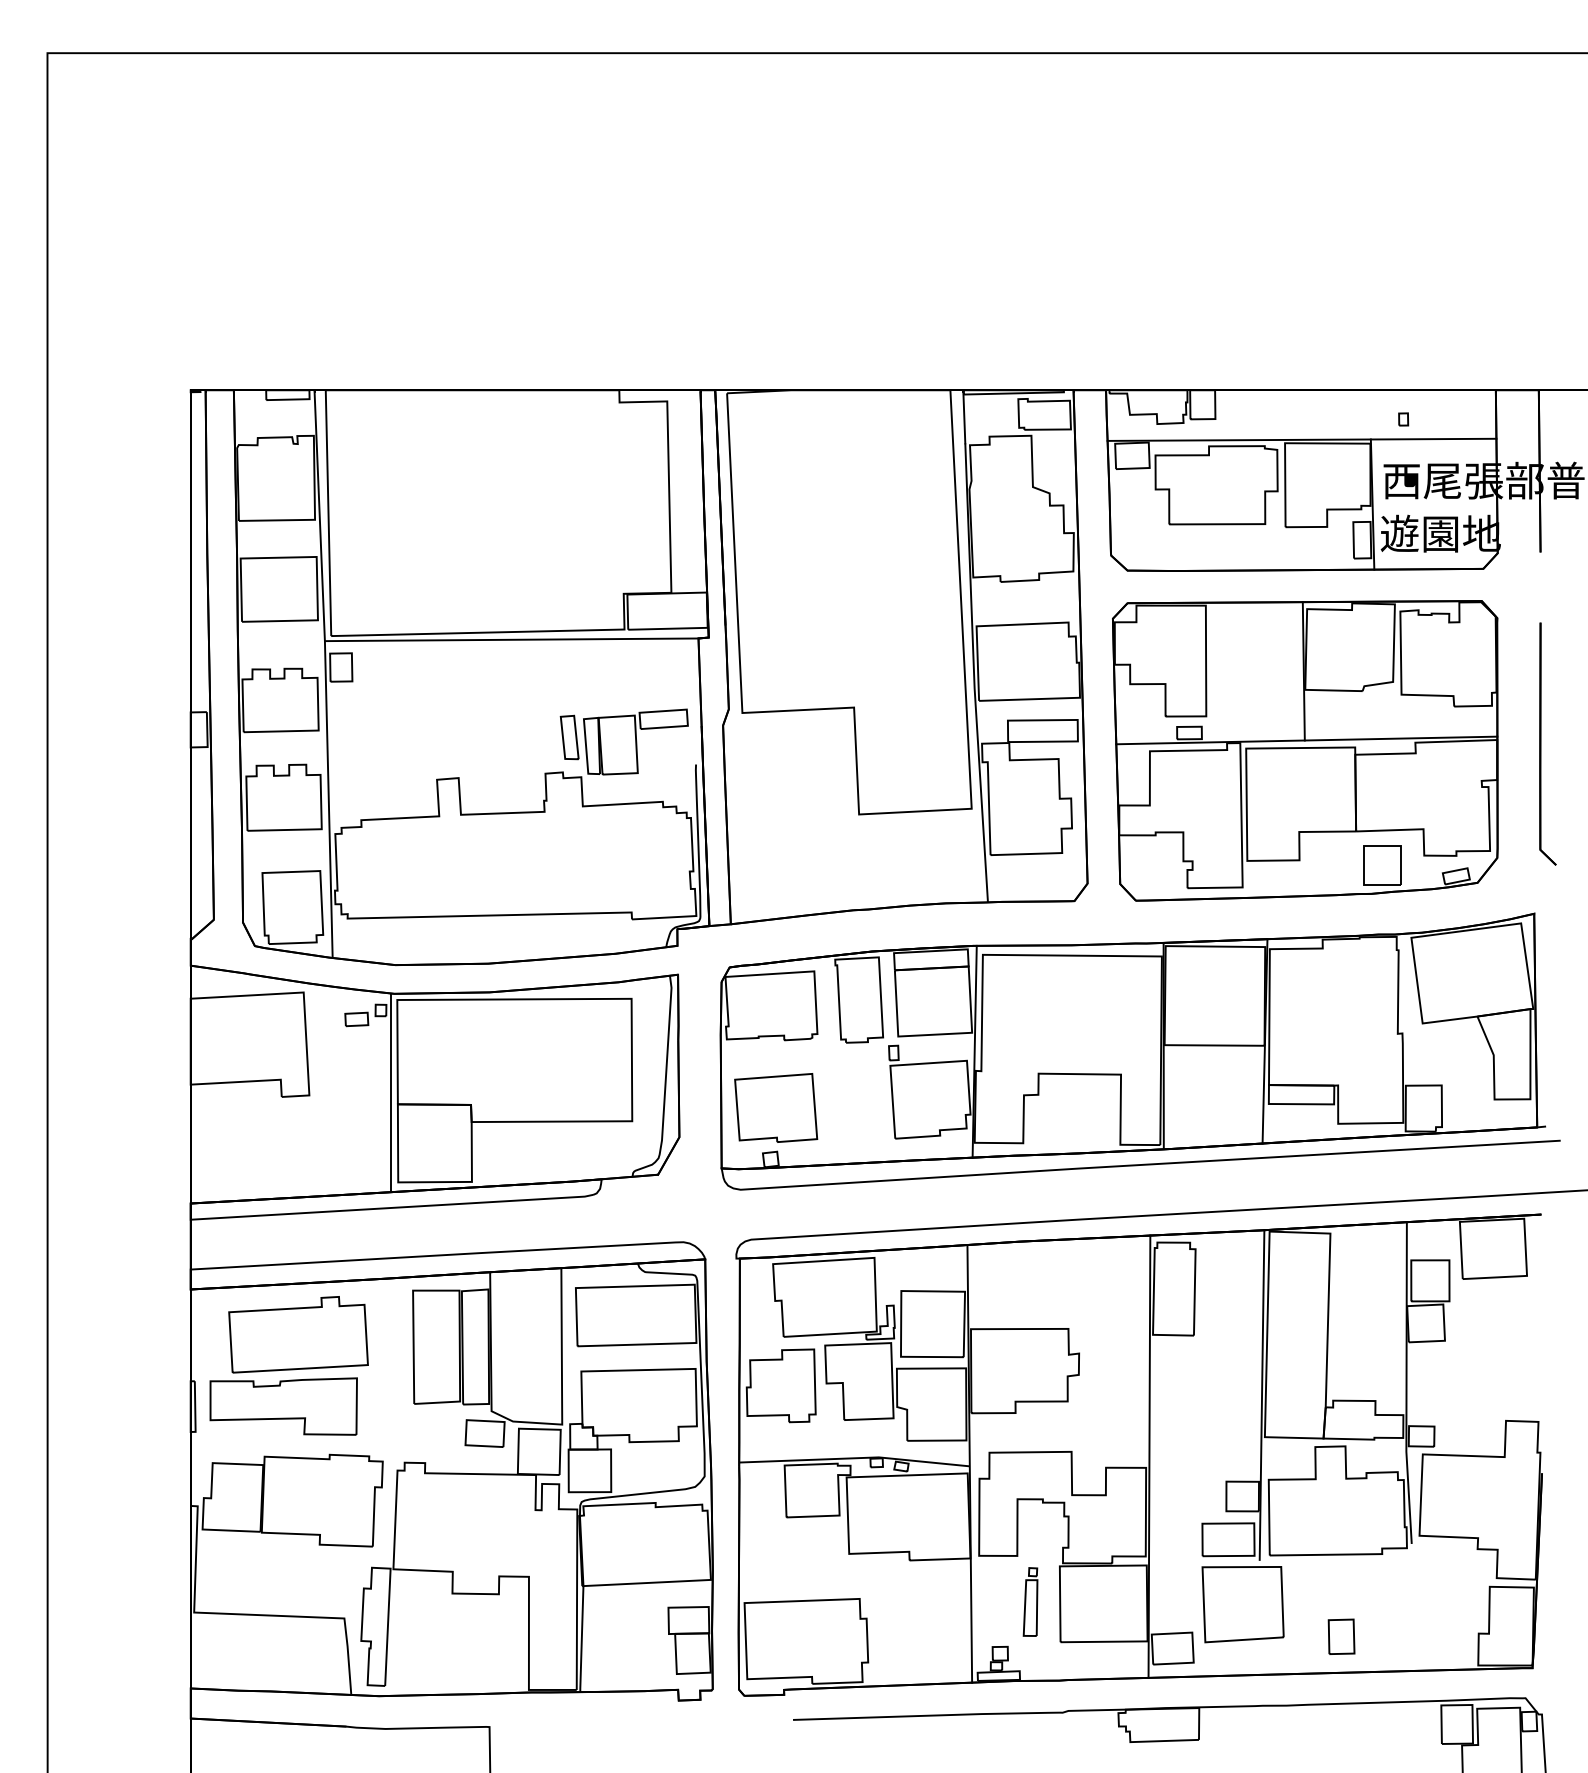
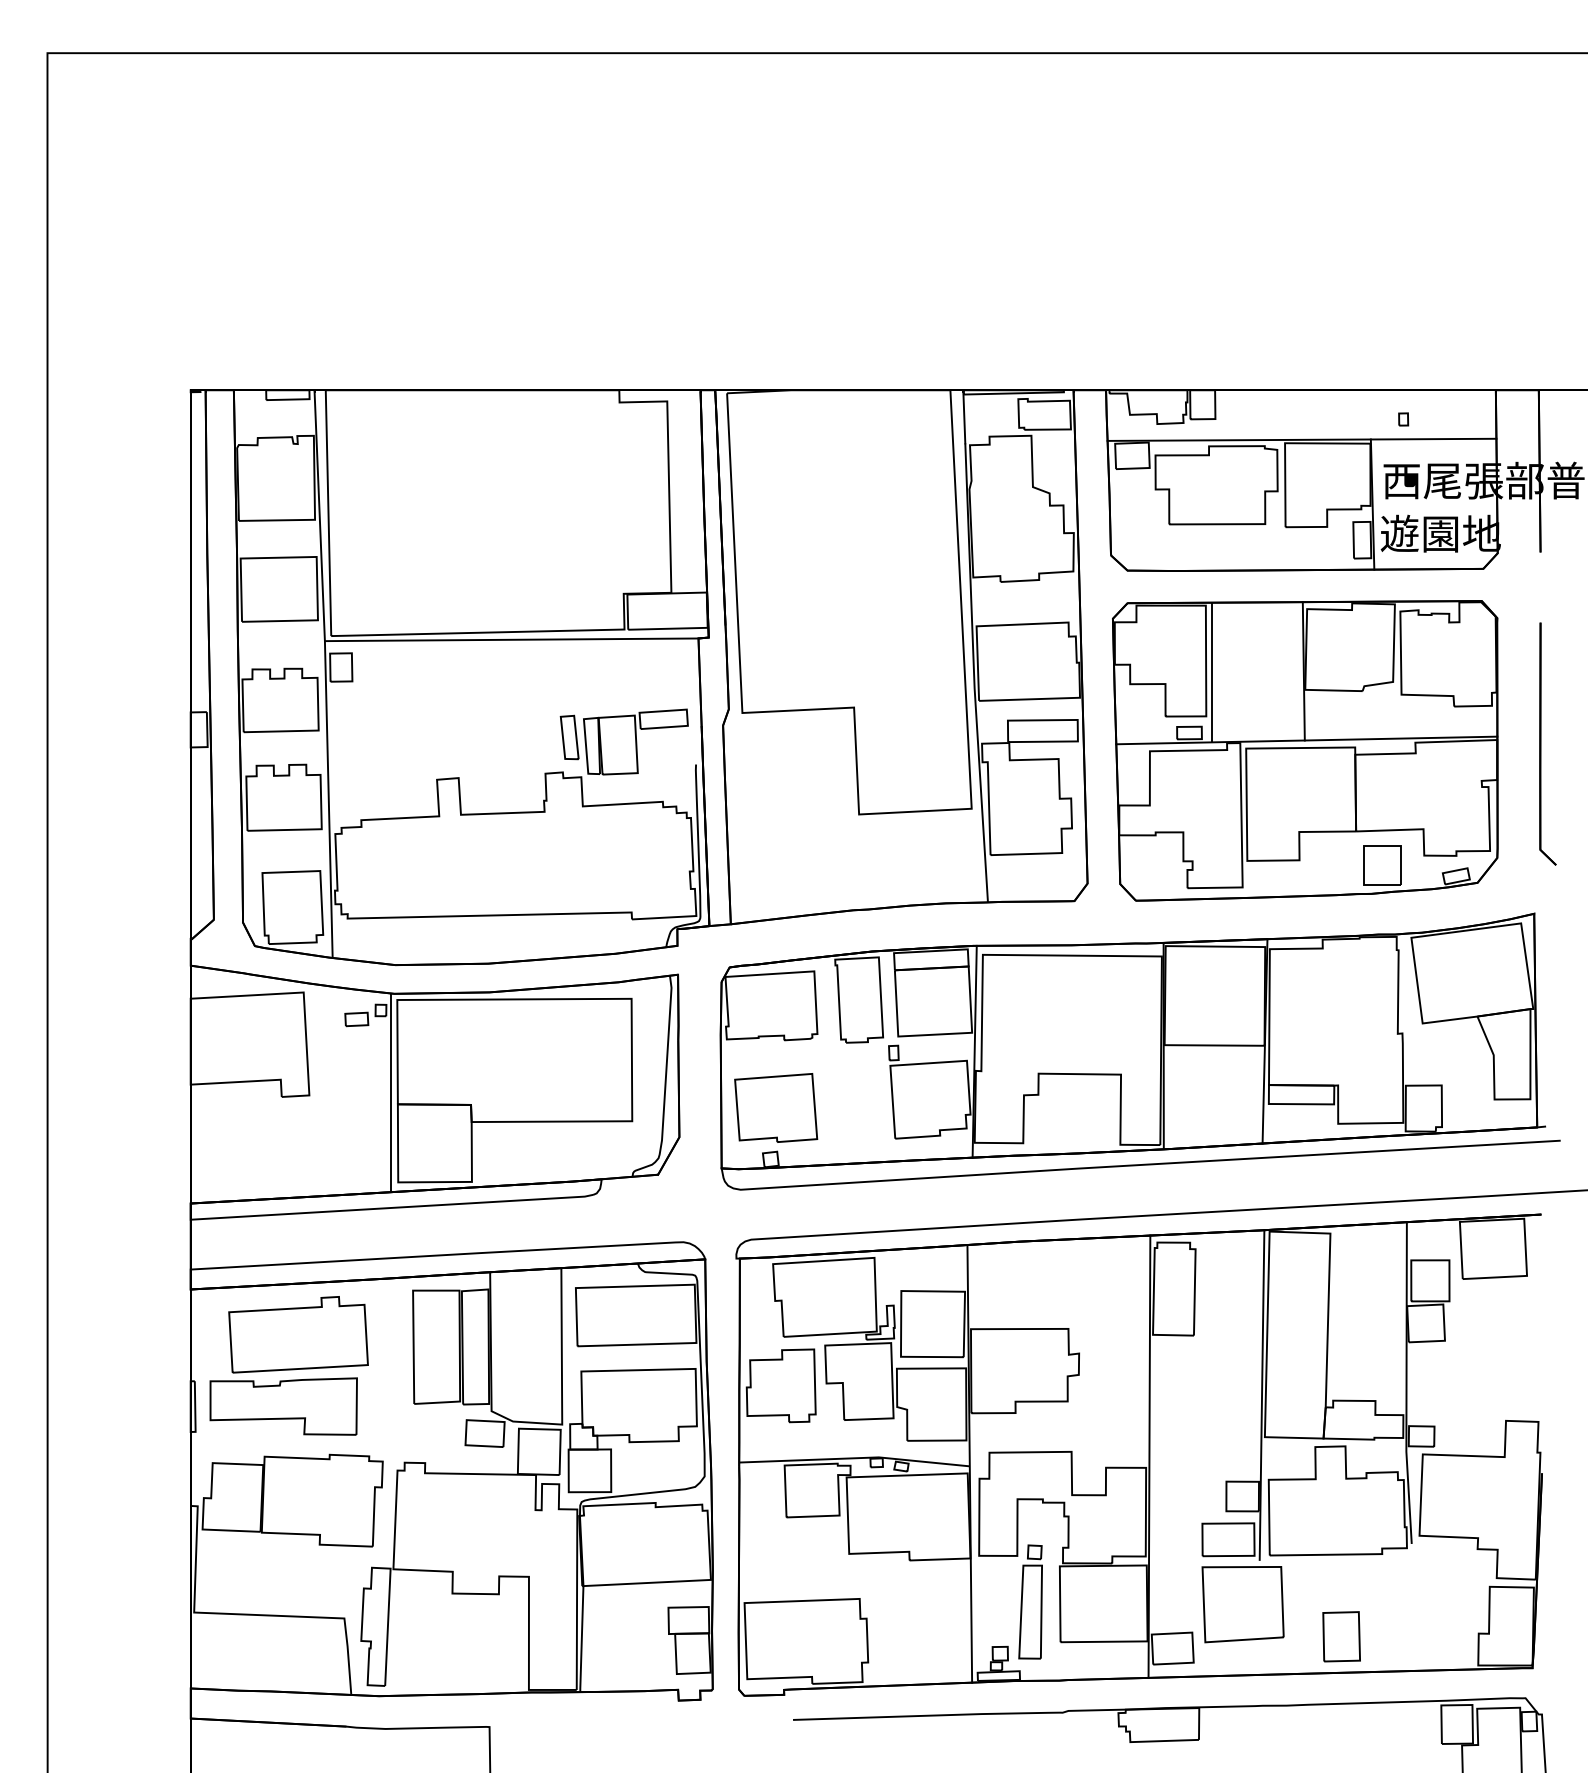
line at (1211, 672): none -> present
part at (1030, 1601) size: 17x70 px -> 25x116 px
part at (1341, 1636) size: 29x37 px -> 39x52 px
